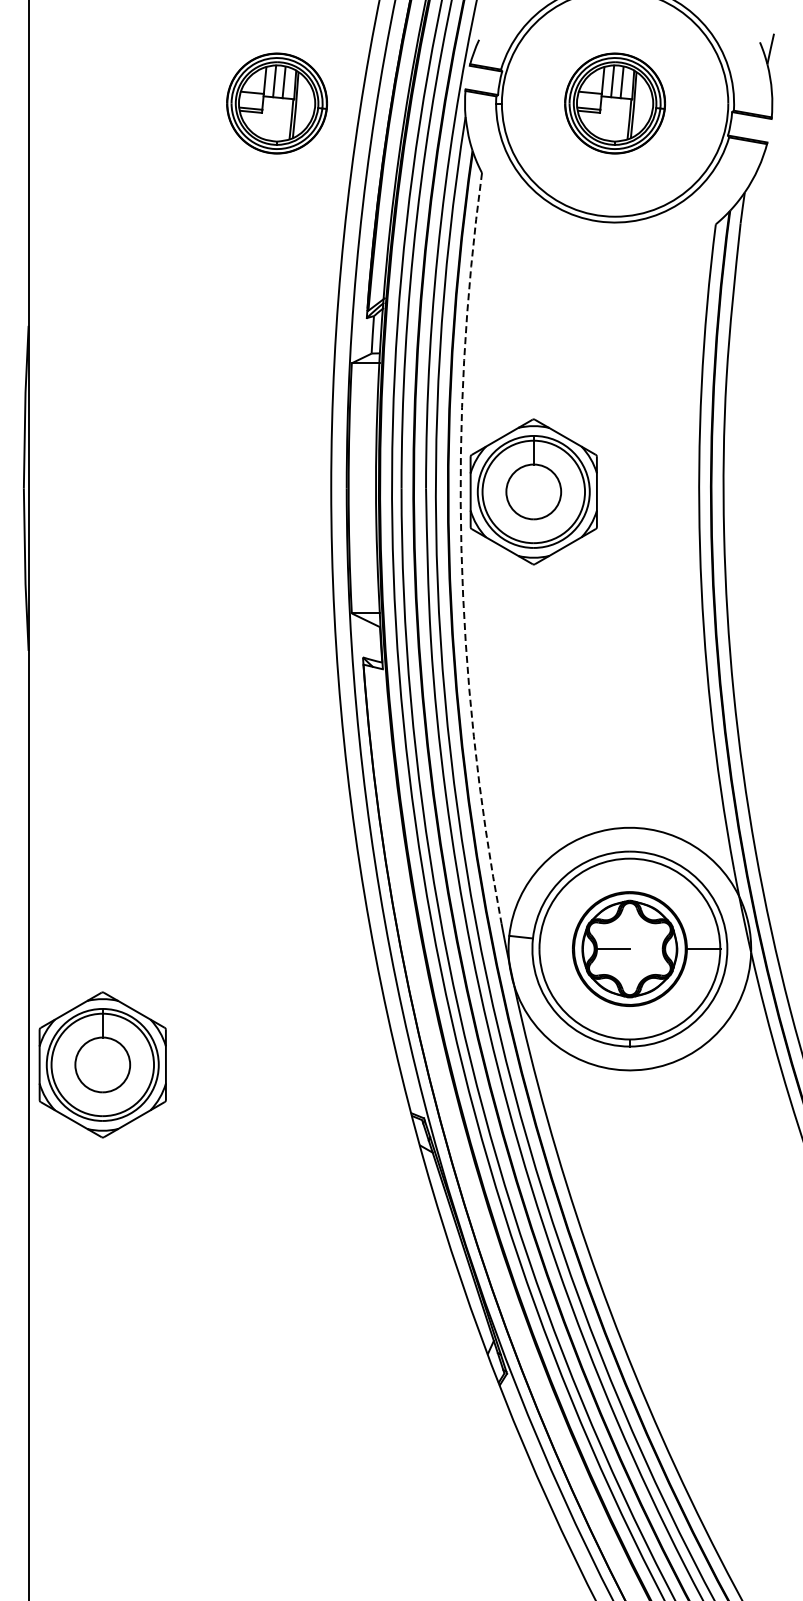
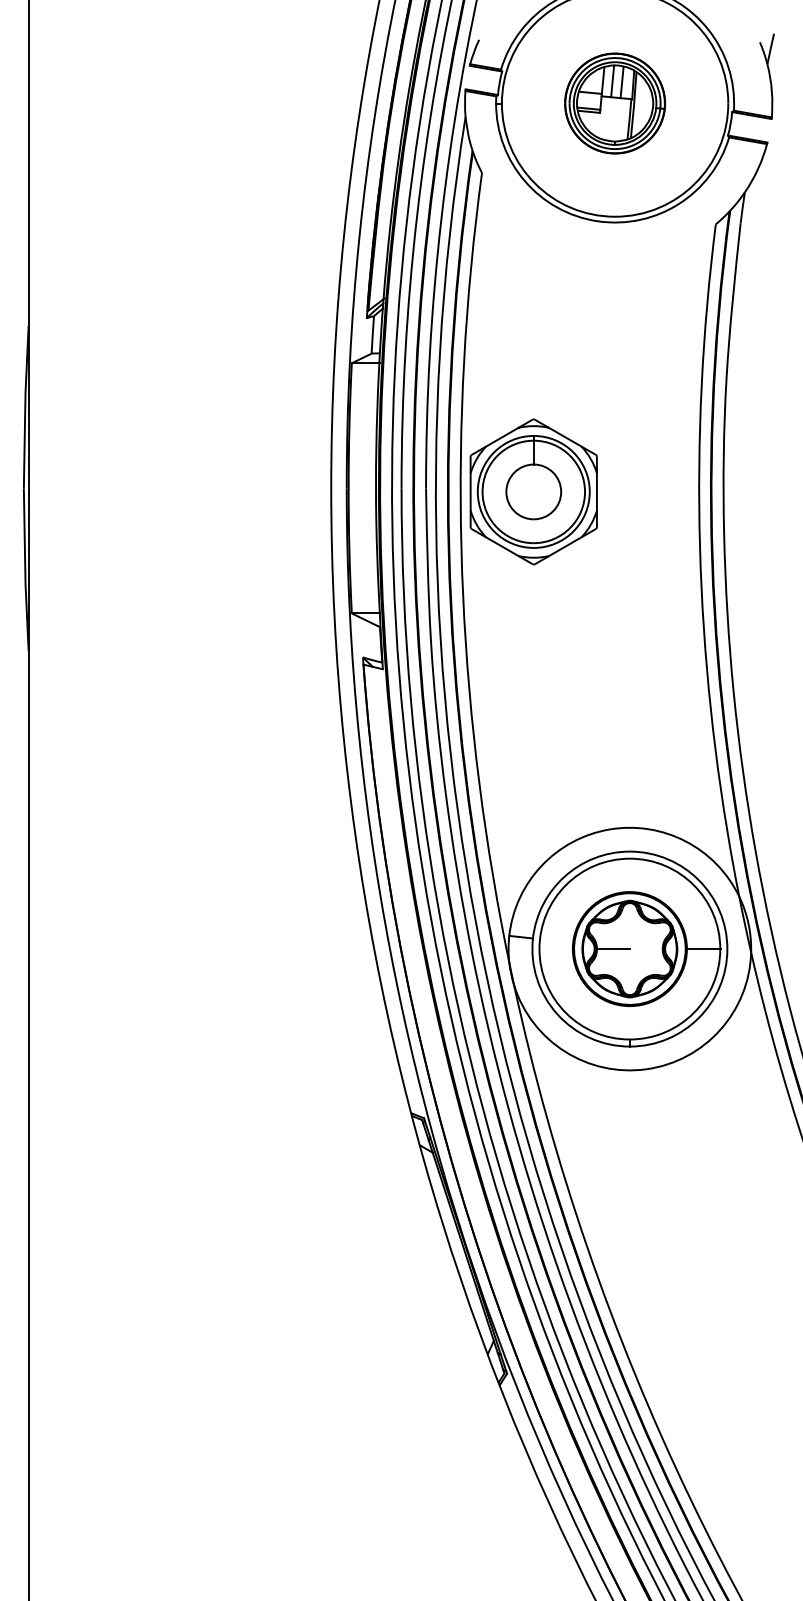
part at (276, 103): present -> none
arc at (461, 548): dashed -> solid
part at (102, 1064): present -> none
